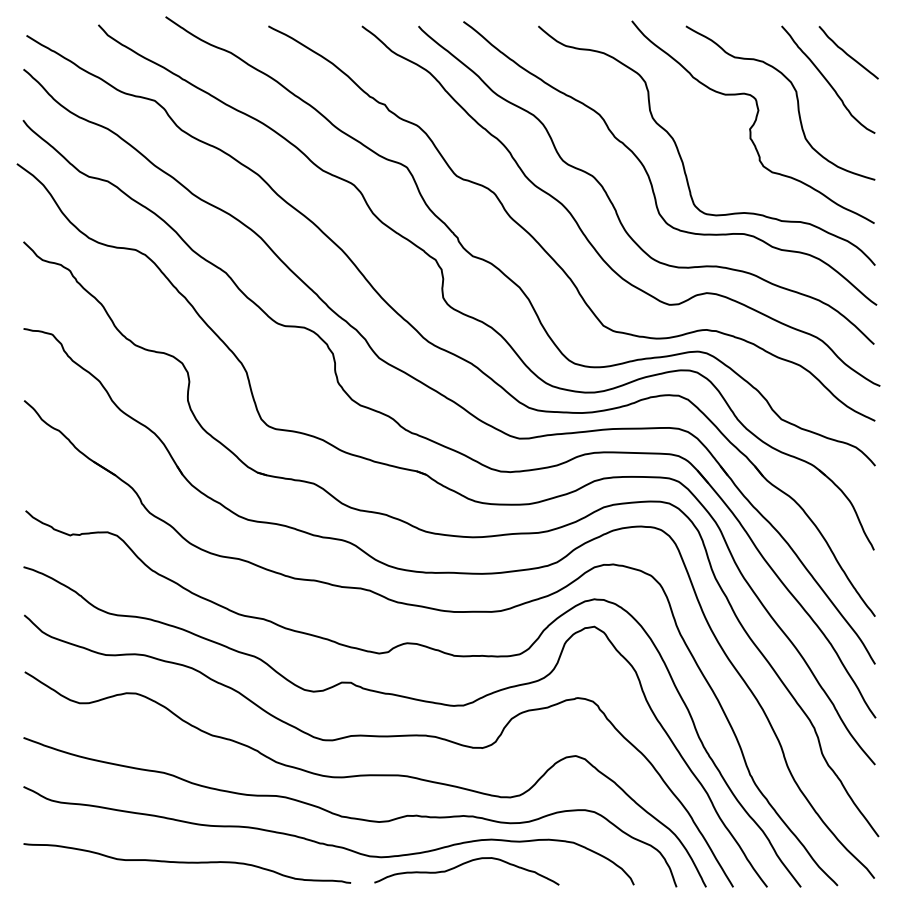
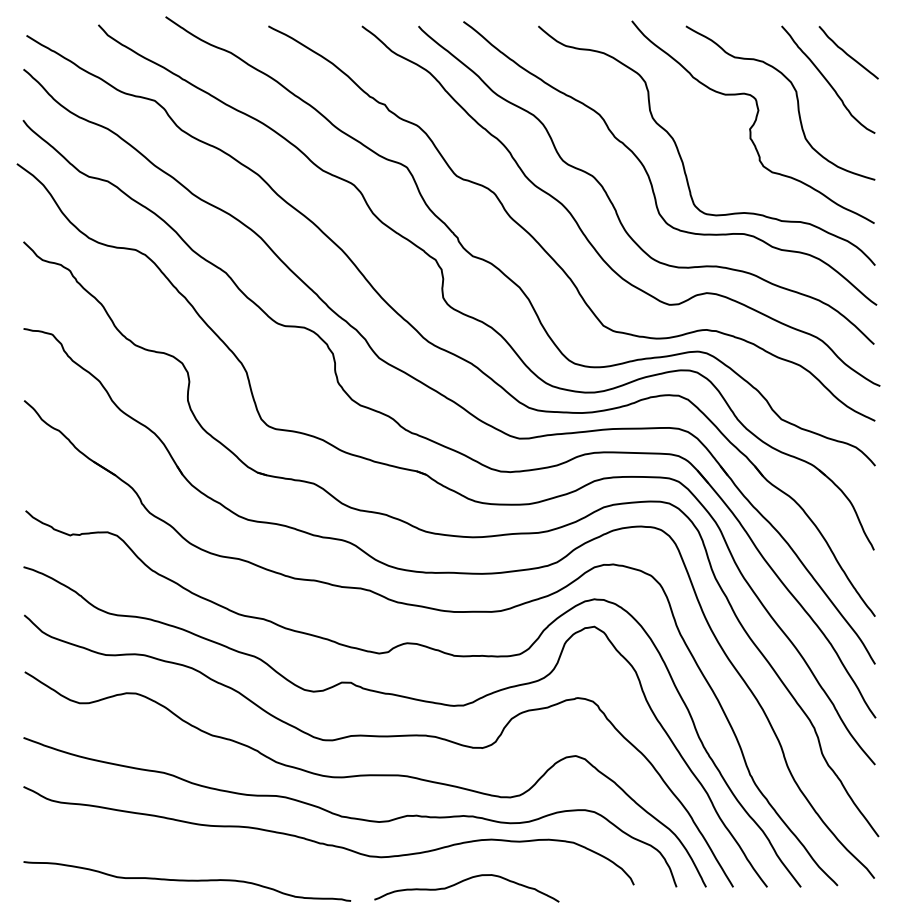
curve at (187, 863) position: (187, 863) -> (187, 881)
curve at (462, 865) position: (462, 865) -> (462, 882)
